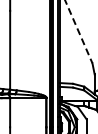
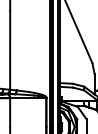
line at (78, 32): dashed -> solid
